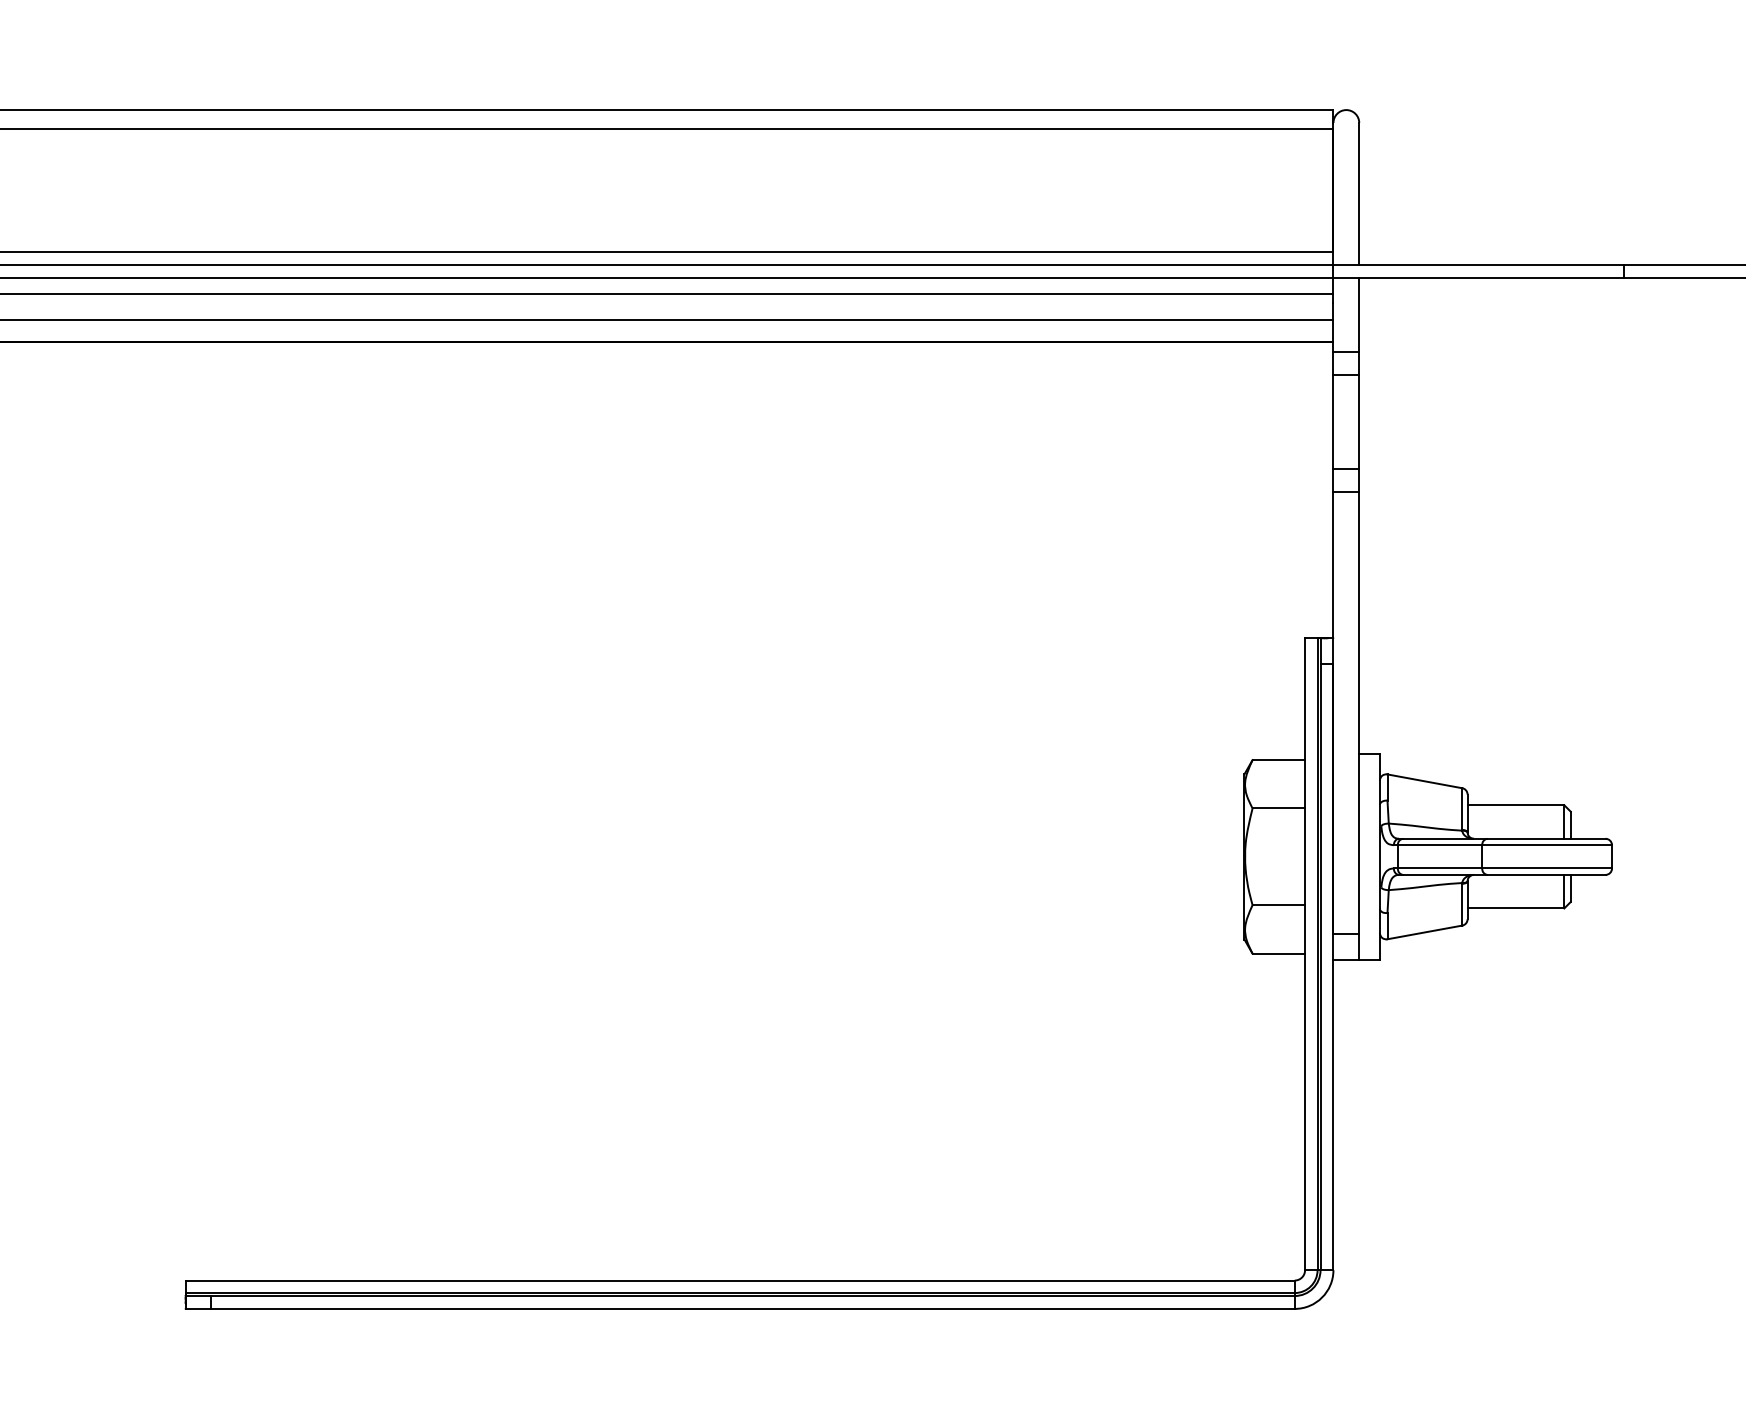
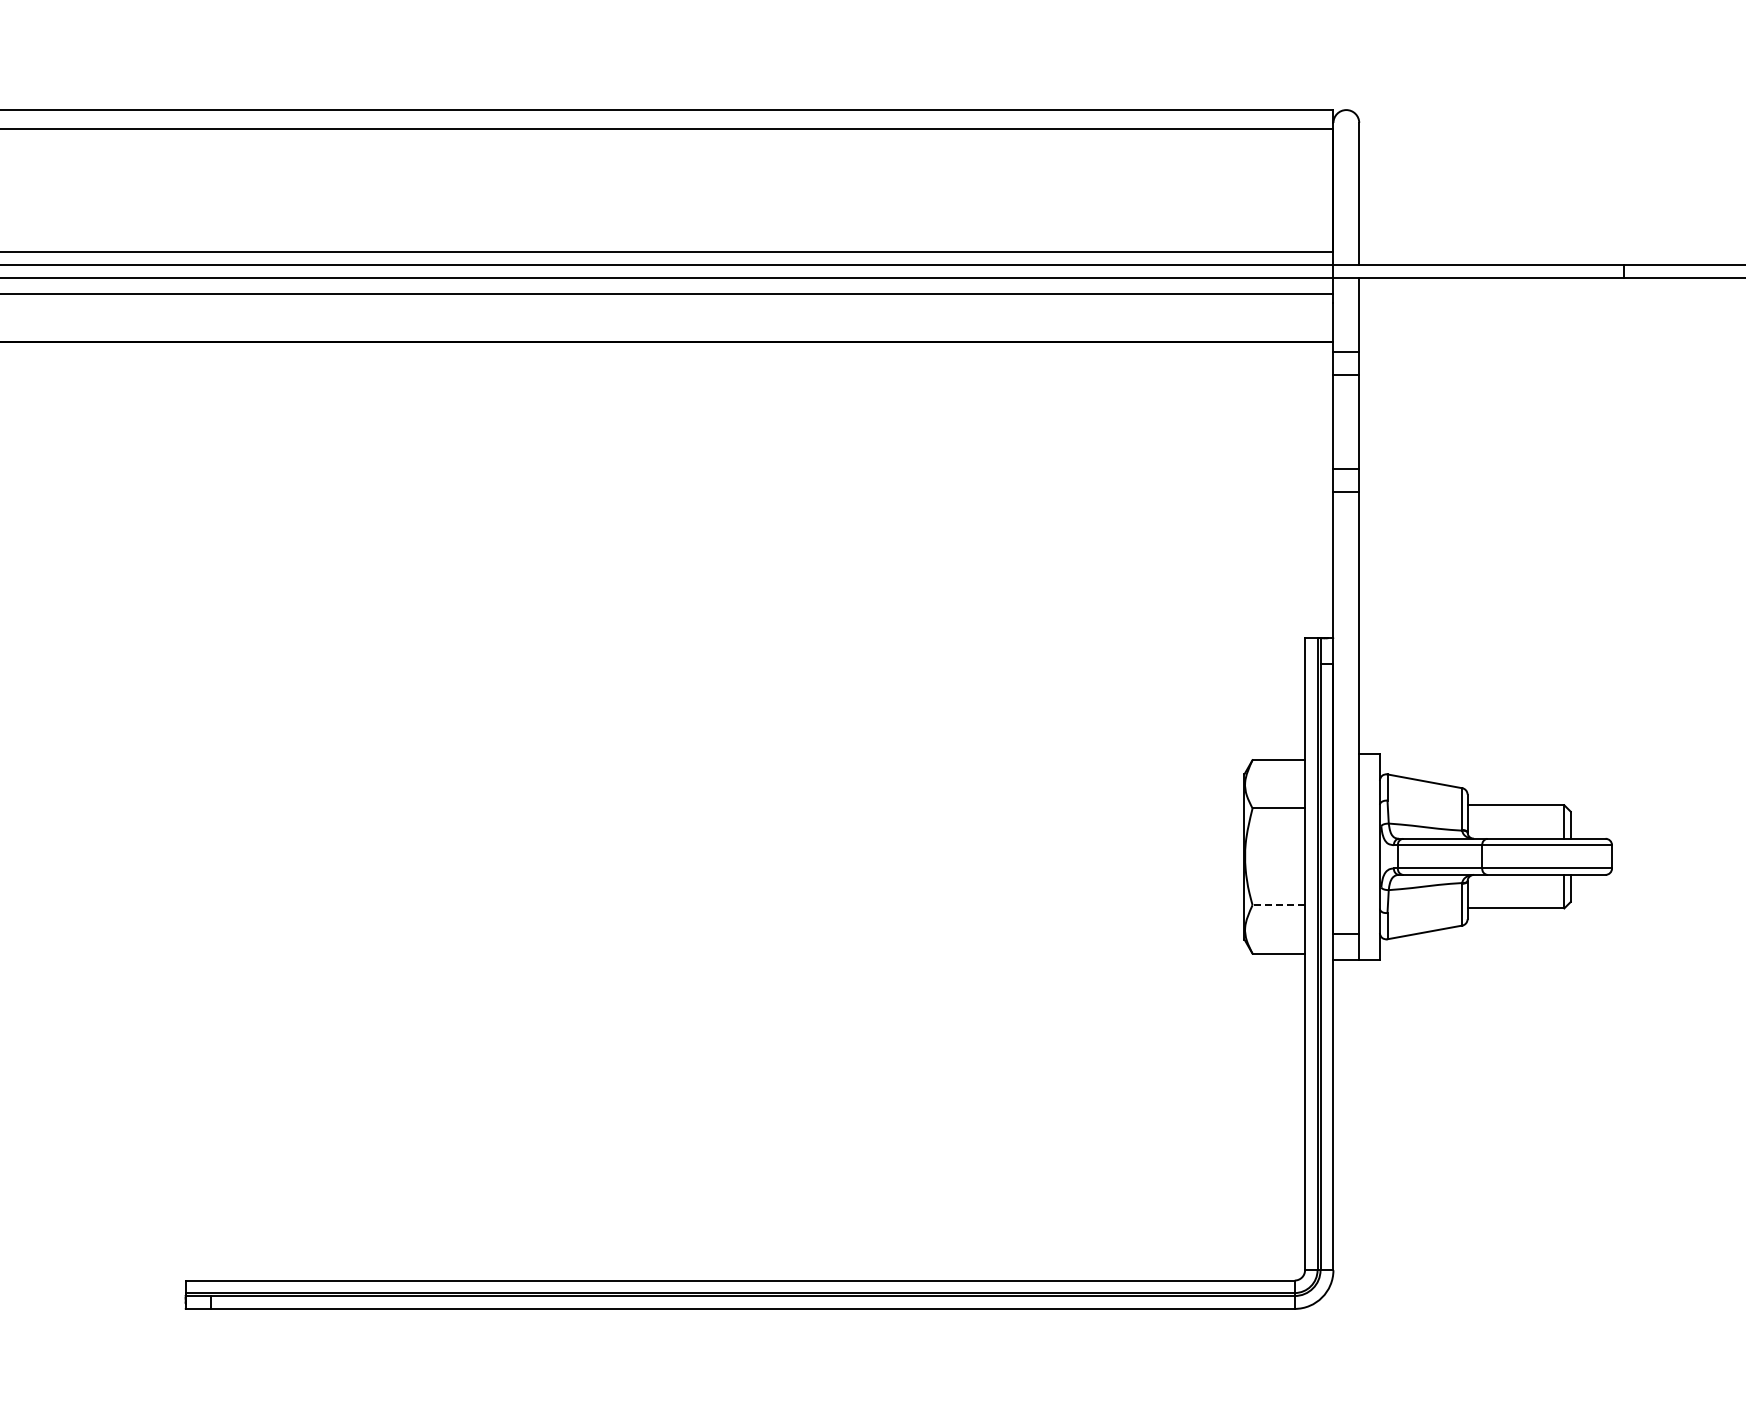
line at (667, 319): present -> none
line at (1278, 905): solid -> dashed
